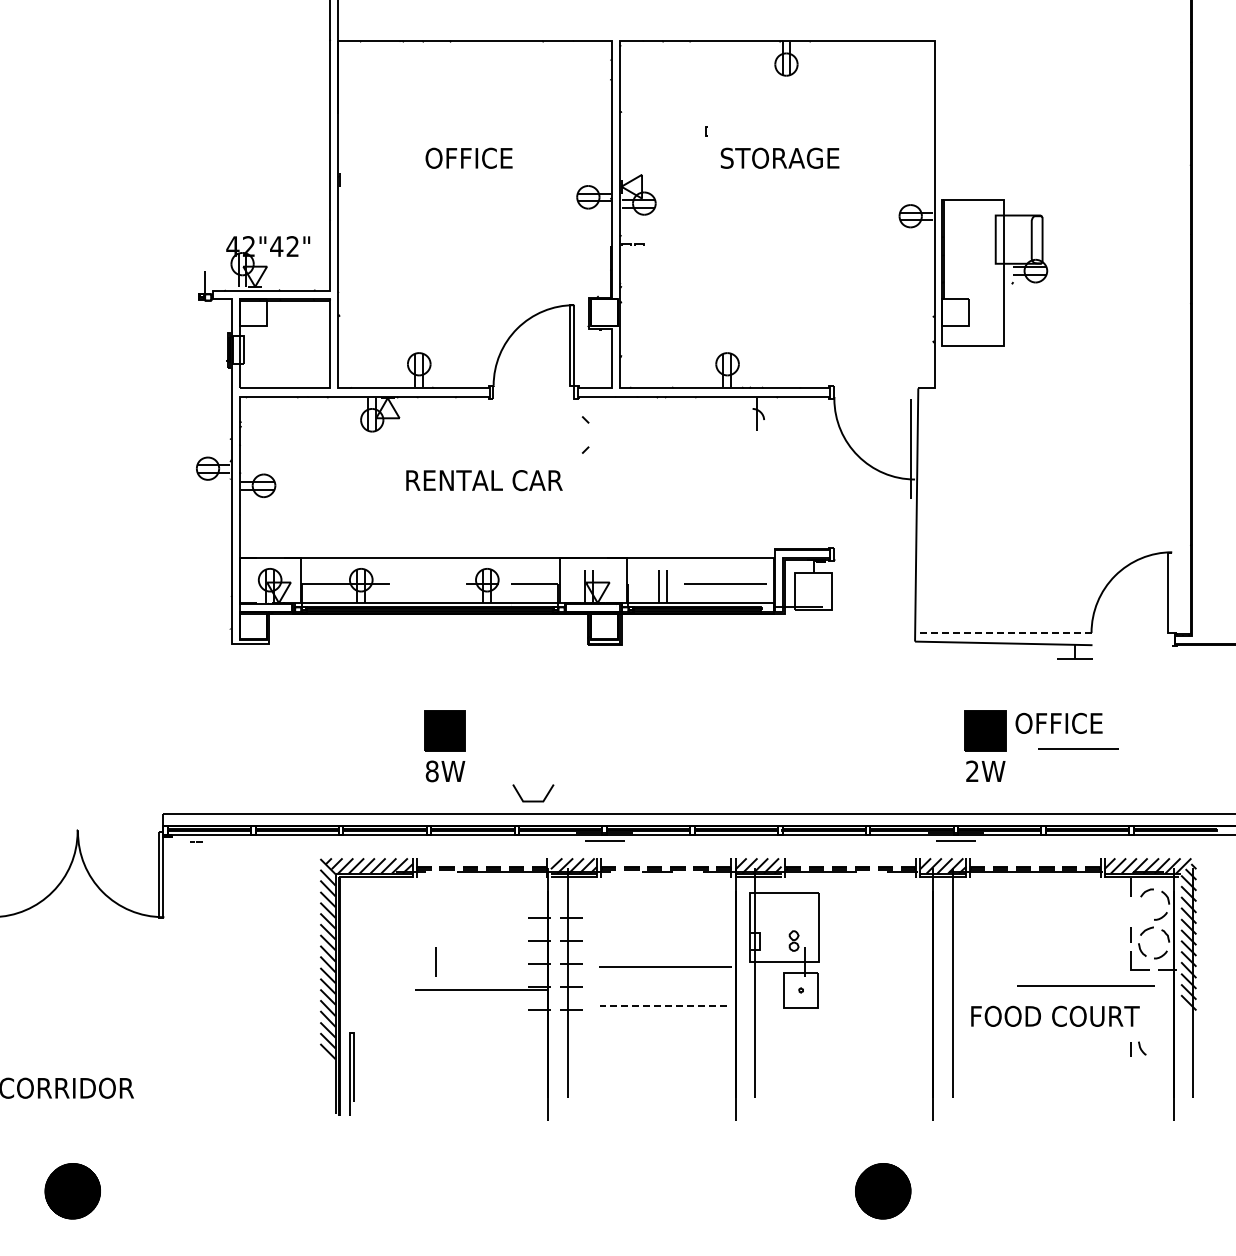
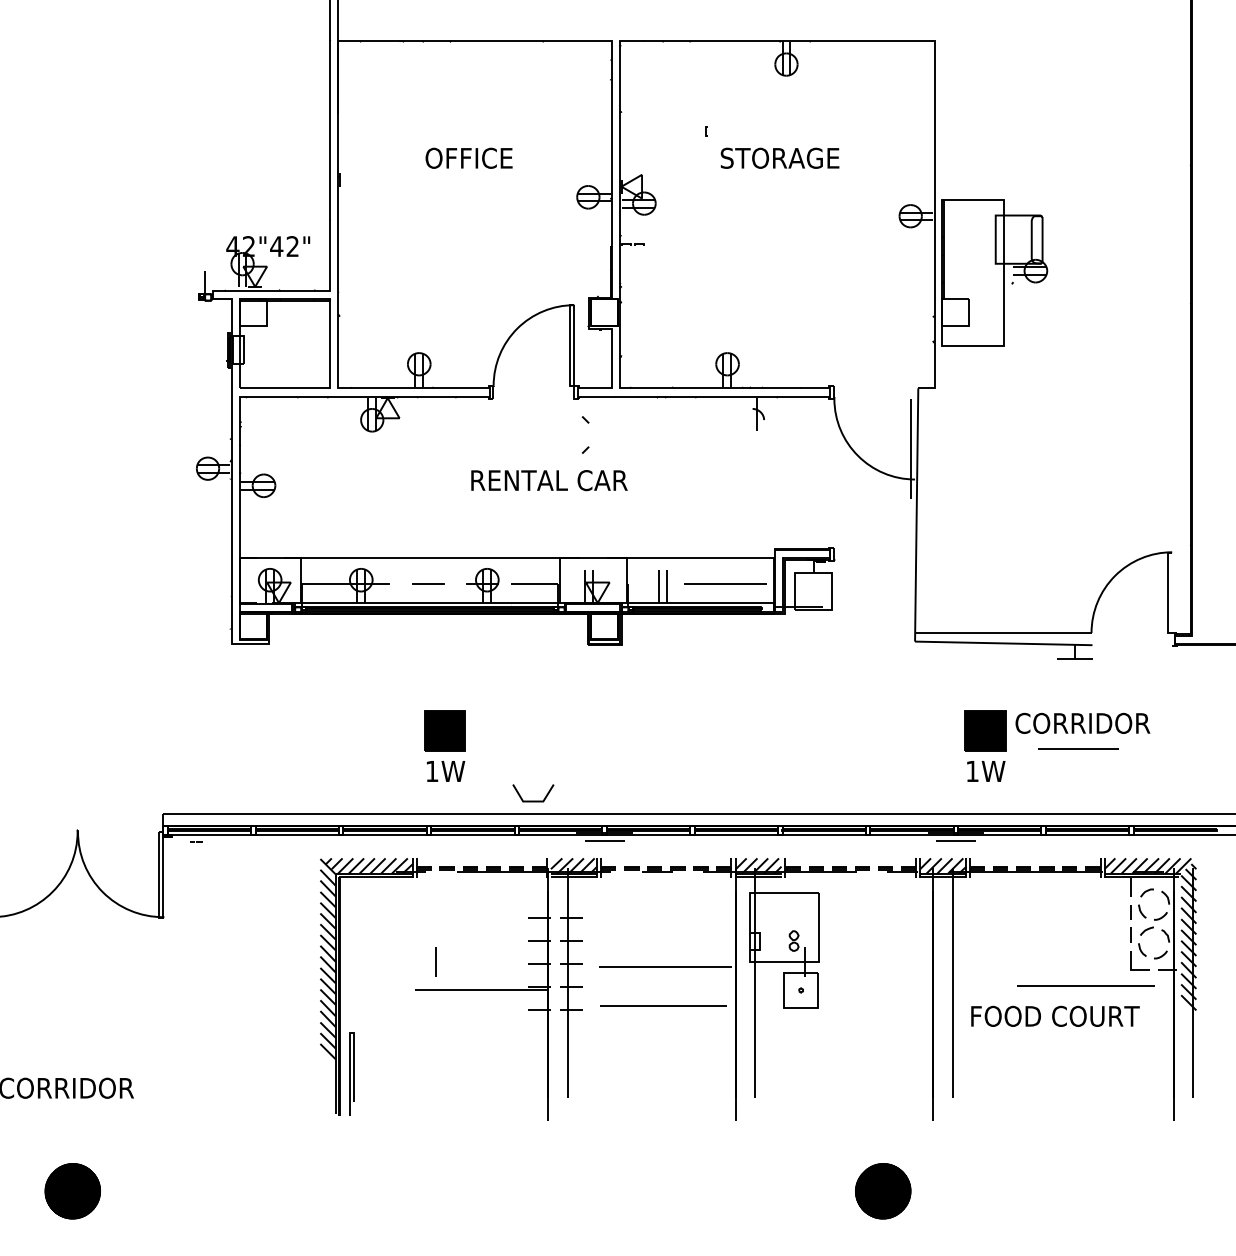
text at (484, 480) position: (484, 480) -> (549, 480)
line at (427, 584): none -> present
line at (1002, 632): dashed -> solid
text at (1085, 722): OFFICE -> CORRIDOR
text at (972, 770): 2W -> 1W
text at (431, 771): 8W -> 1W
line at (663, 1005): dashed -> solid
part at (1138, 1048) position: (1138, 1048) -> (1138, 911)
